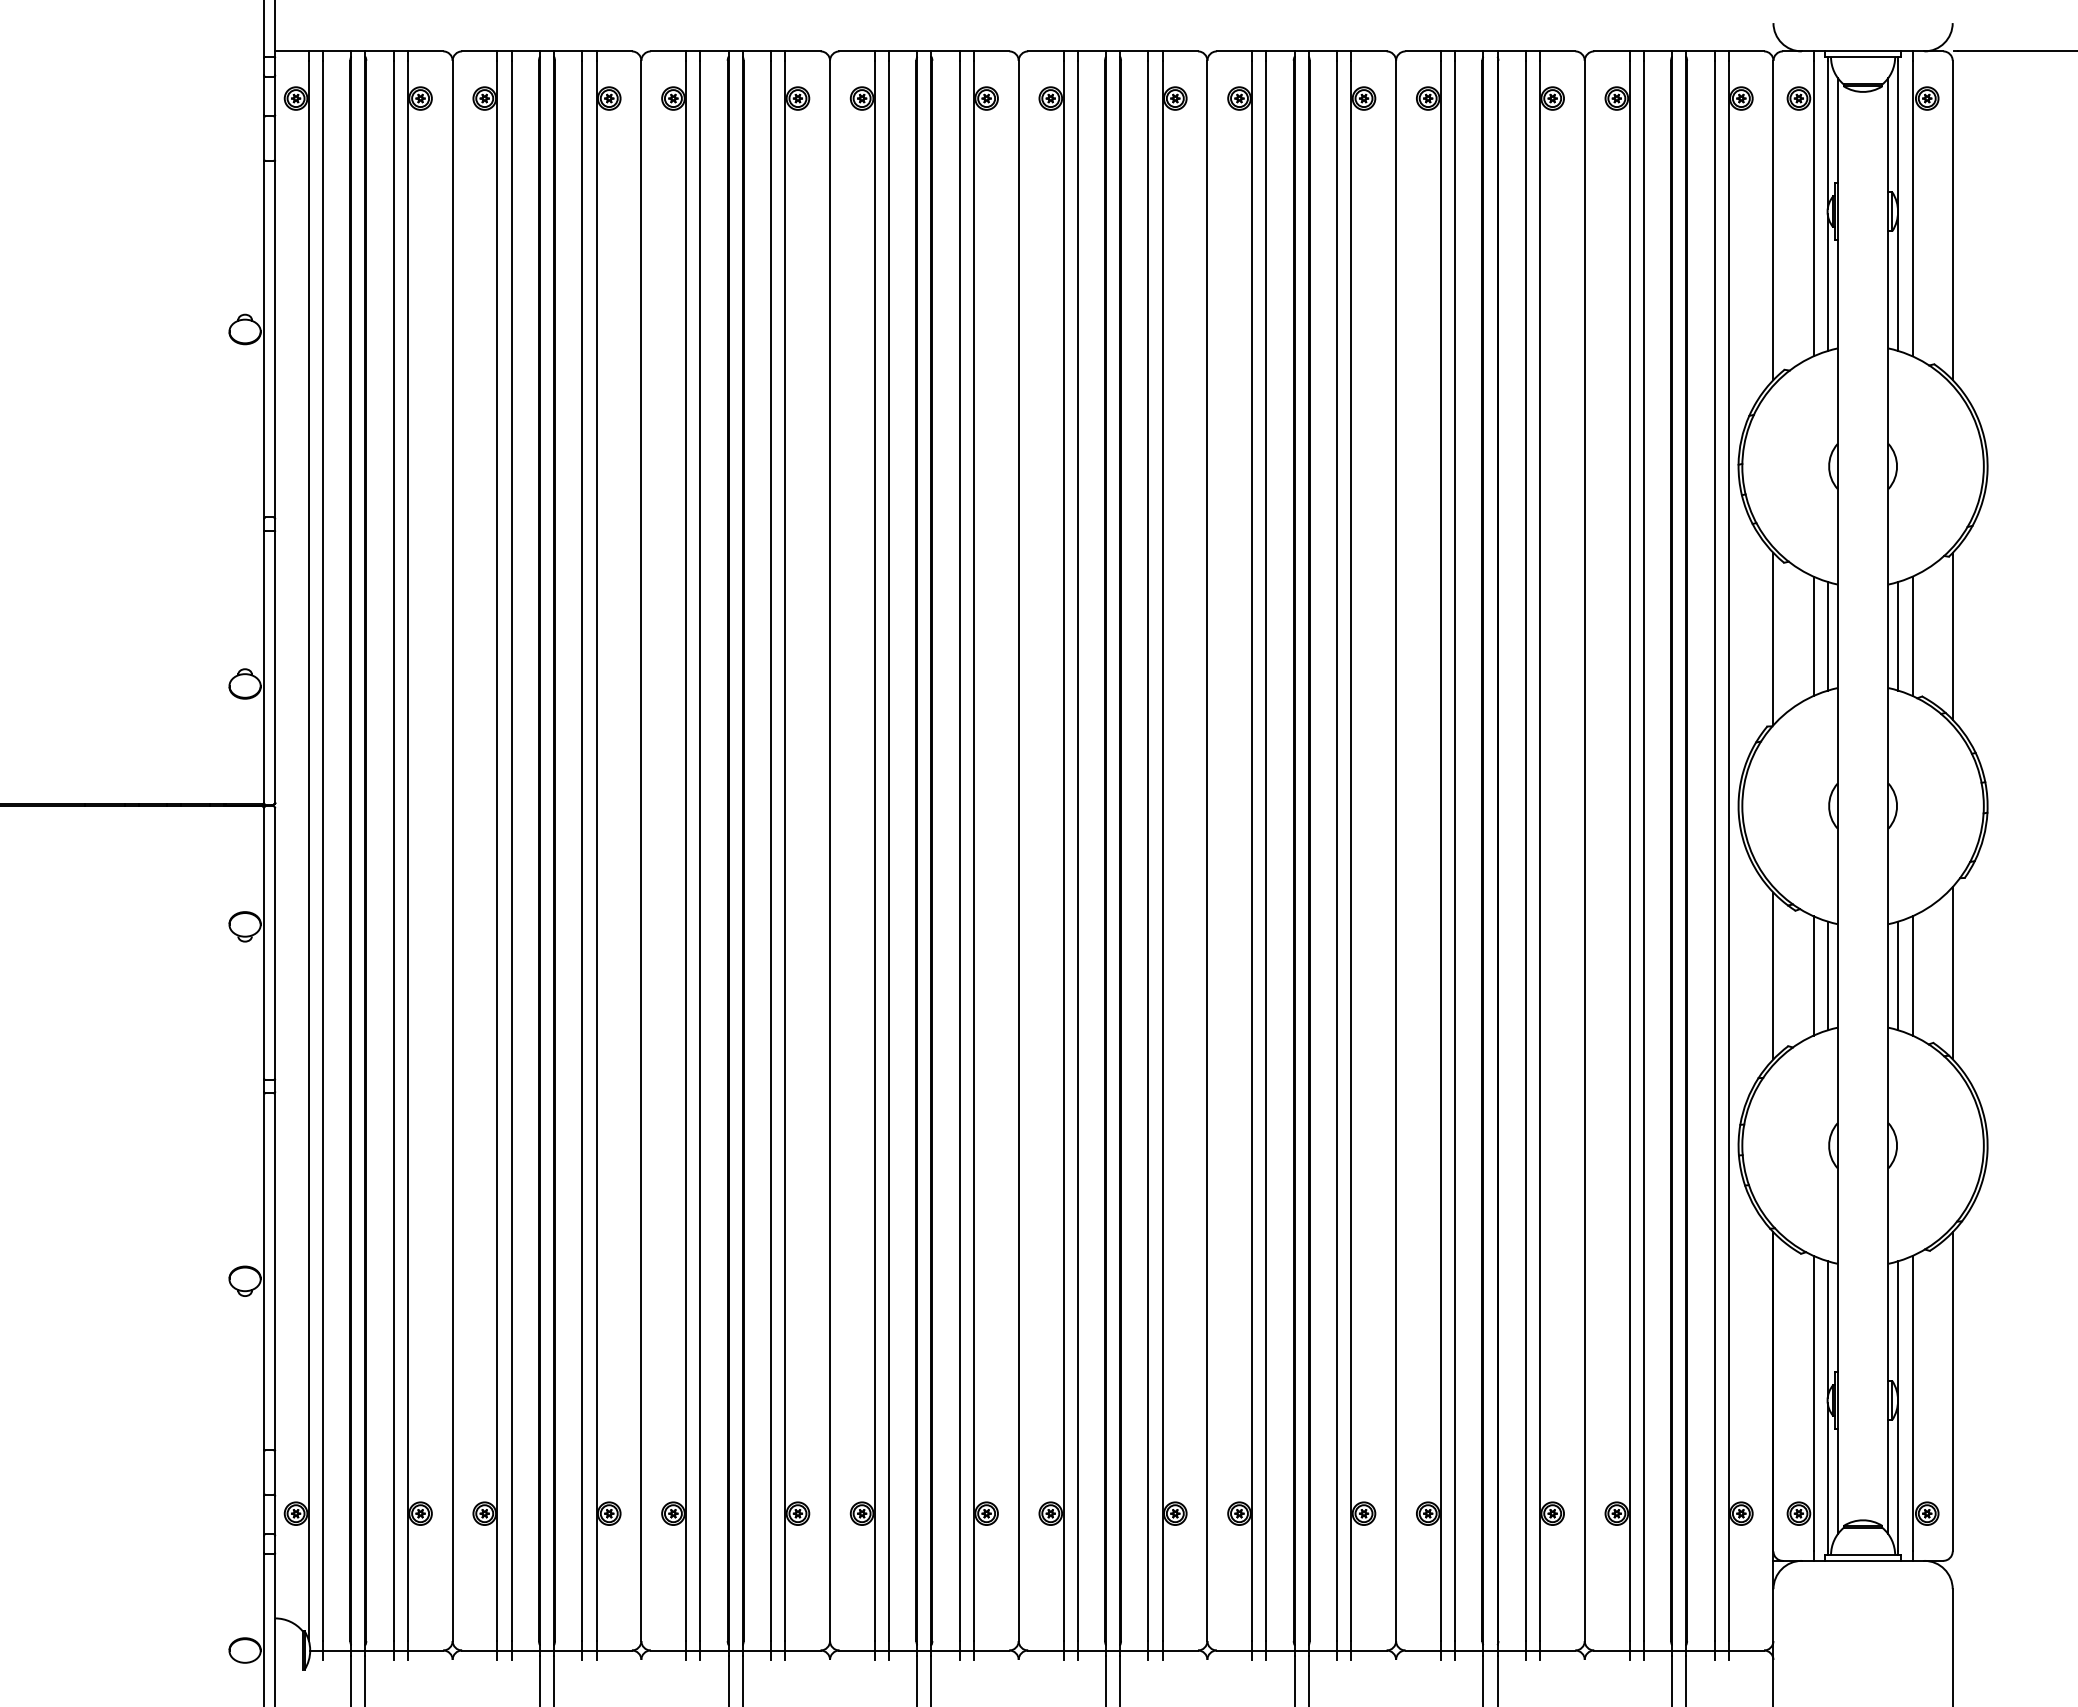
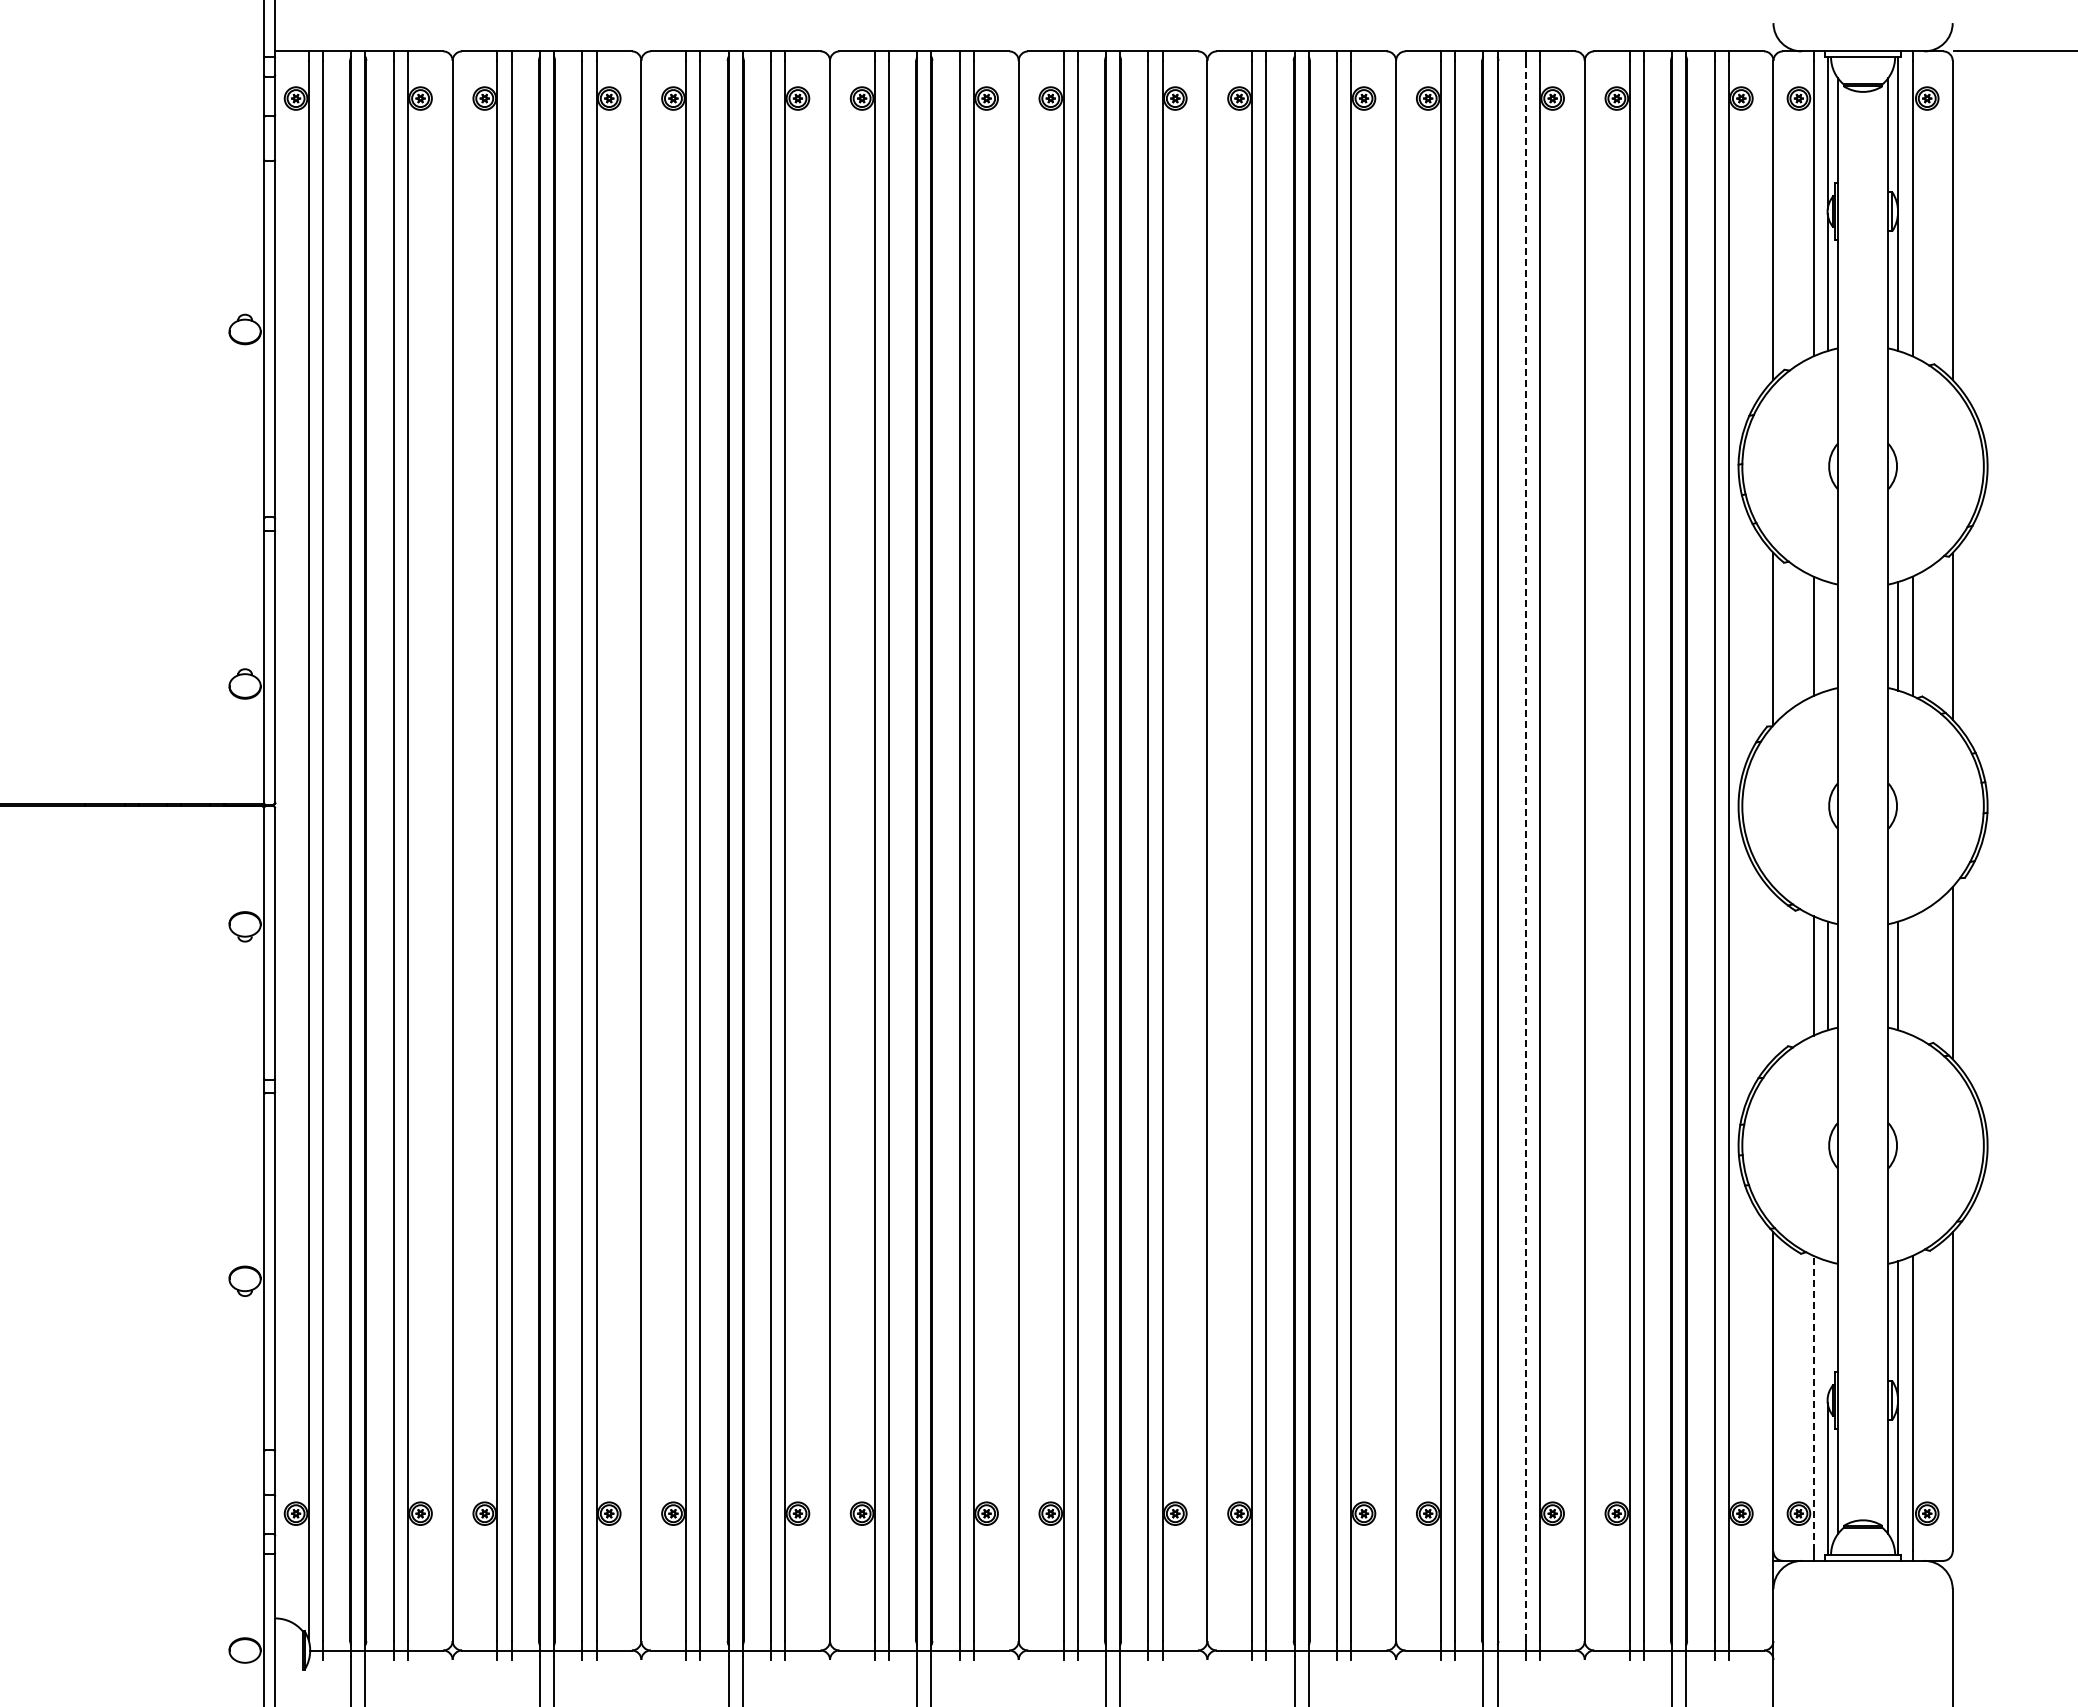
line at (1827, 635): present -> none
line at (1525, 850): solid -> dashed
line at (1773, 975): present -> none
line at (1912, 975): present -> none
line at (1827, 1329): present -> none
line at (1813, 1403): solid -> dashed
